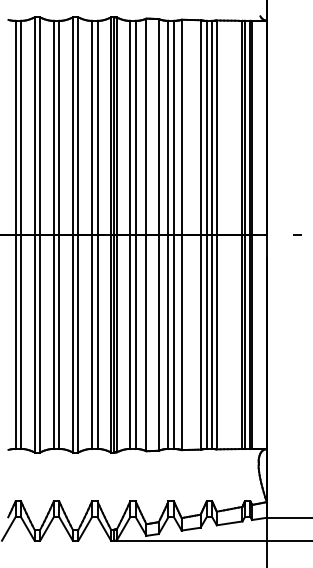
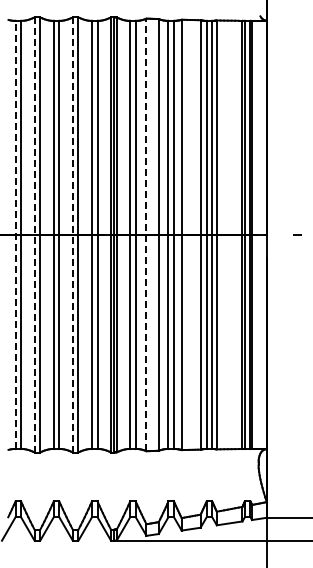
line at (15, 234): solid -> dashed
line at (34, 234): solid -> dashed
line at (72, 234): solid -> dashed
line at (146, 234): solid -> dashed
